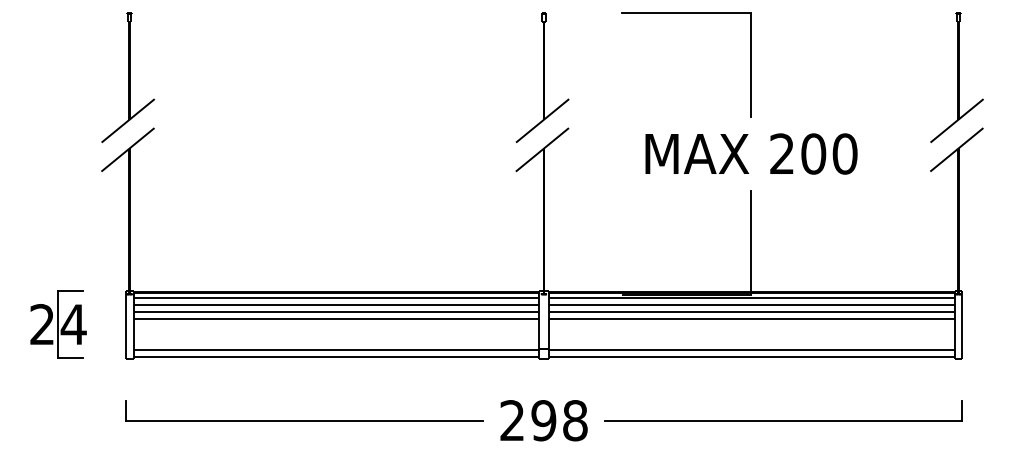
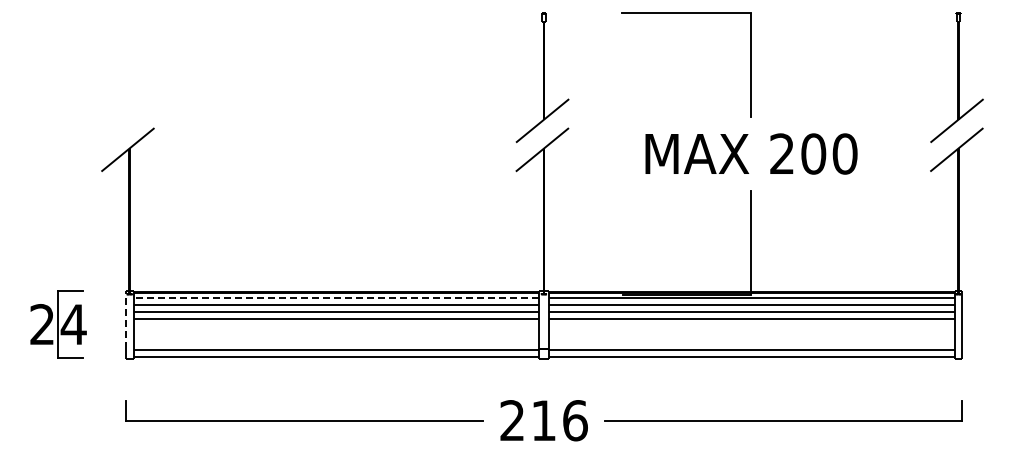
part at (127, 77): present -> none
line at (336, 297): solid -> dashed
line at (125, 319): solid -> dashed
text at (559, 420): 298 -> 216
